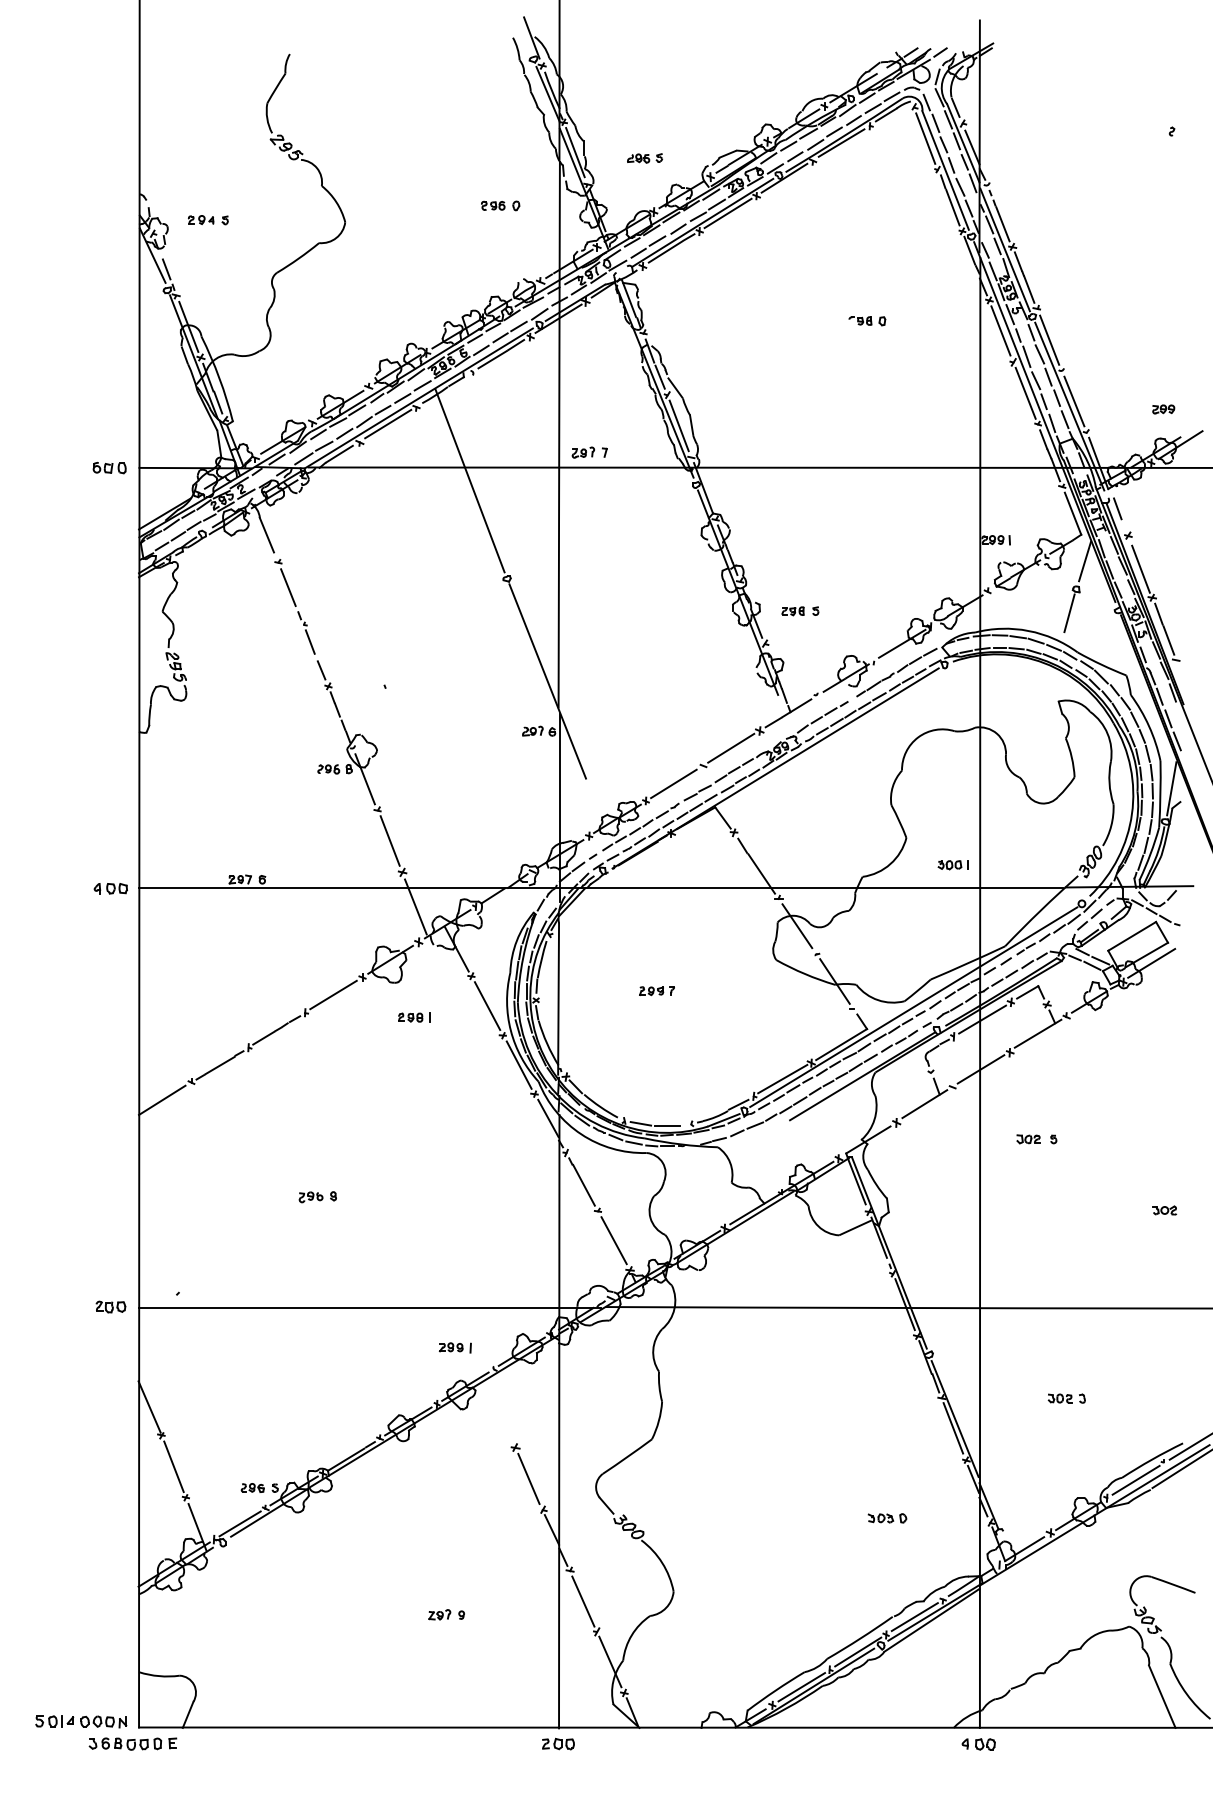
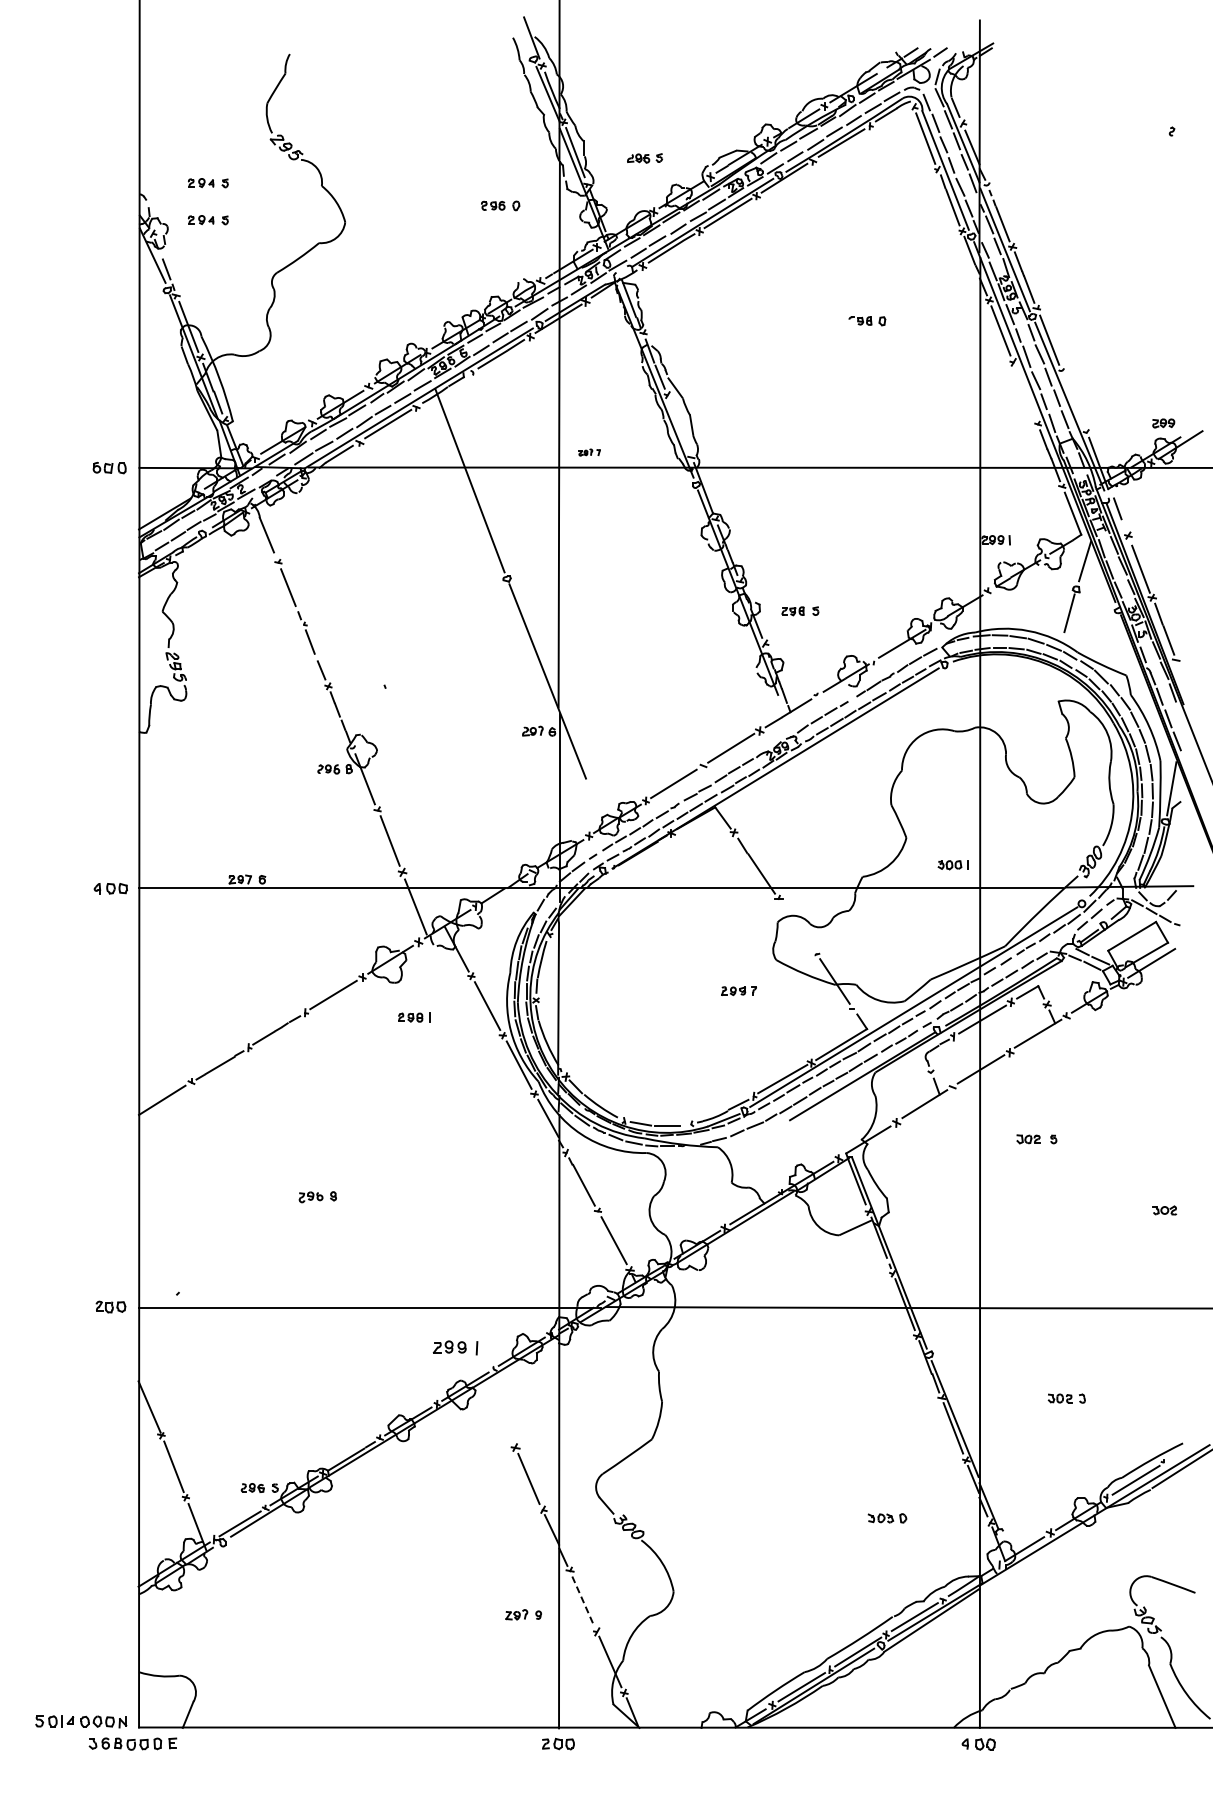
part at (208, 183): none -> present
line at (1025, 392): present -> none
line at (1074, 401): present -> none
part at (1163, 409) position: (1163, 409) -> (1163, 423)
line at (678, 425): present -> none
part at (589, 452) size: 37x13 px -> 23x9 px
line at (797, 926): present -> none
part at (656, 991) position: (656, 991) -> (738, 991)
part at (454, 1347) size: 34x12 px -> 47x16 px
line at (1189, 1447): present -> none
line at (583, 1602): solid -> dashed
part at (446, 1614) position: (446, 1614) -> (523, 1614)
